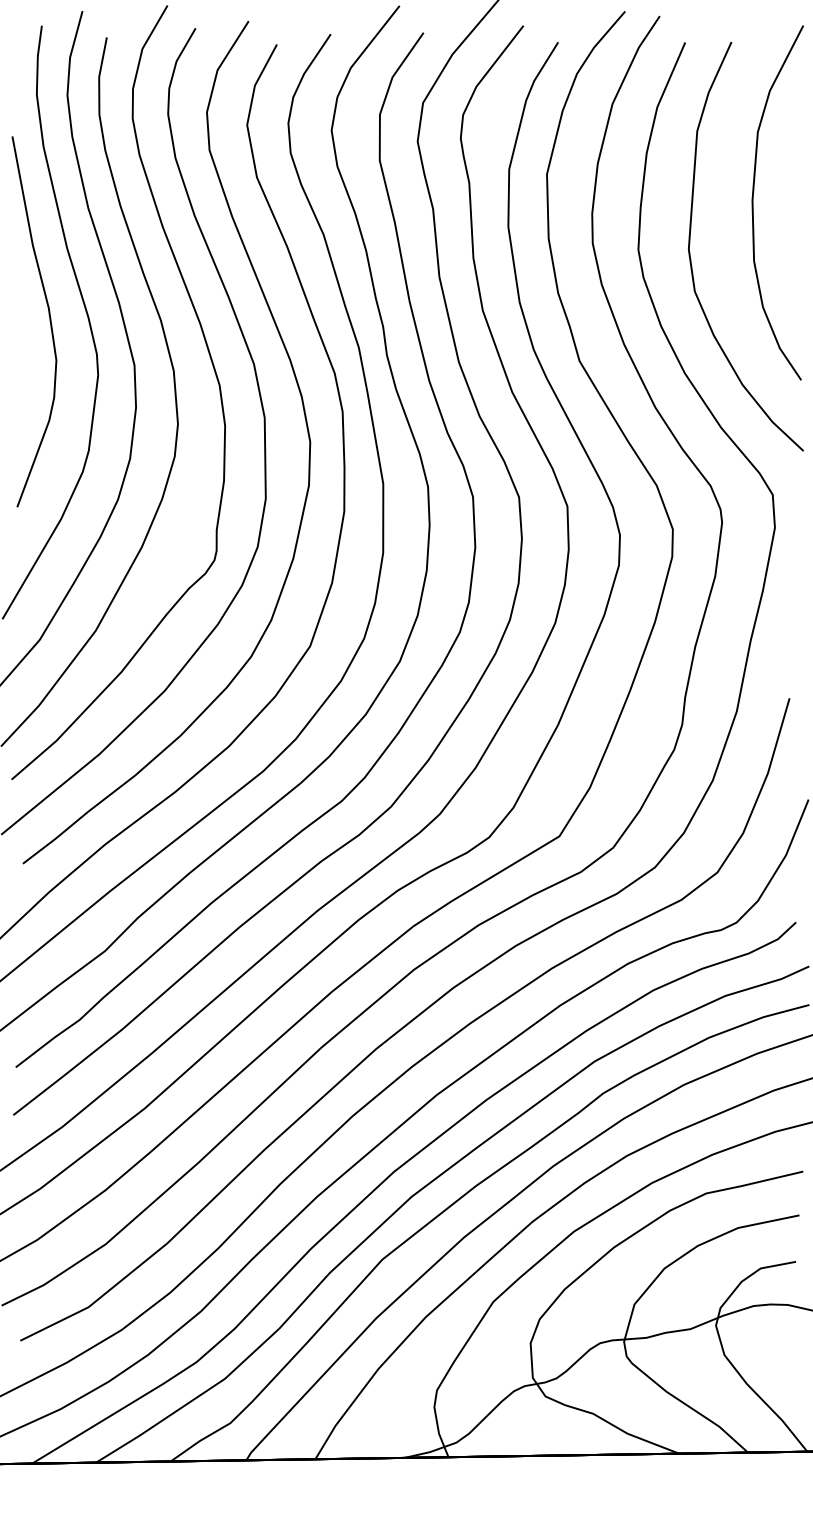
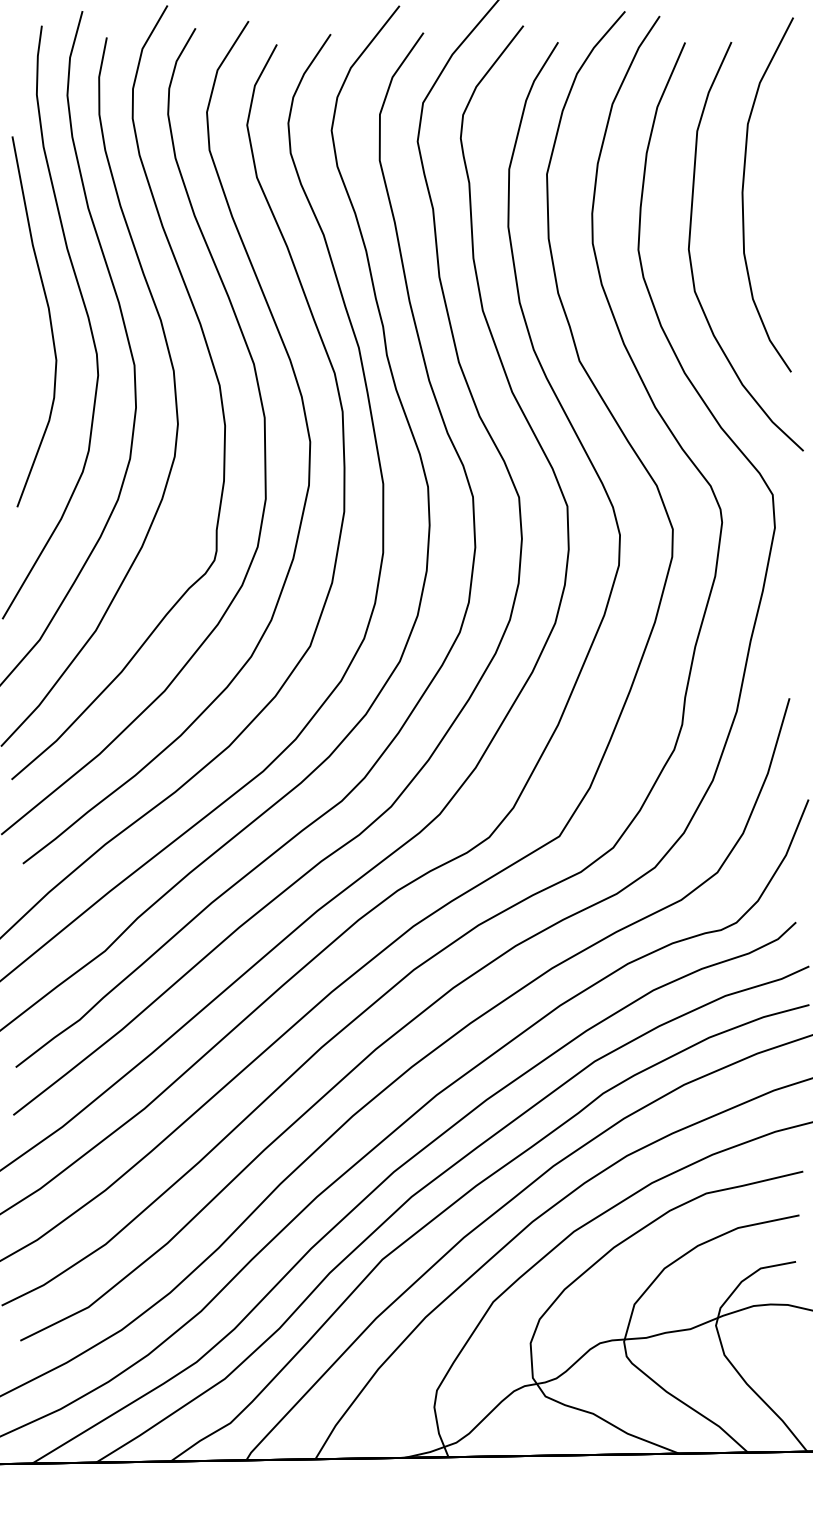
curve at (753, 202) position: (753, 202) -> (743, 194)
